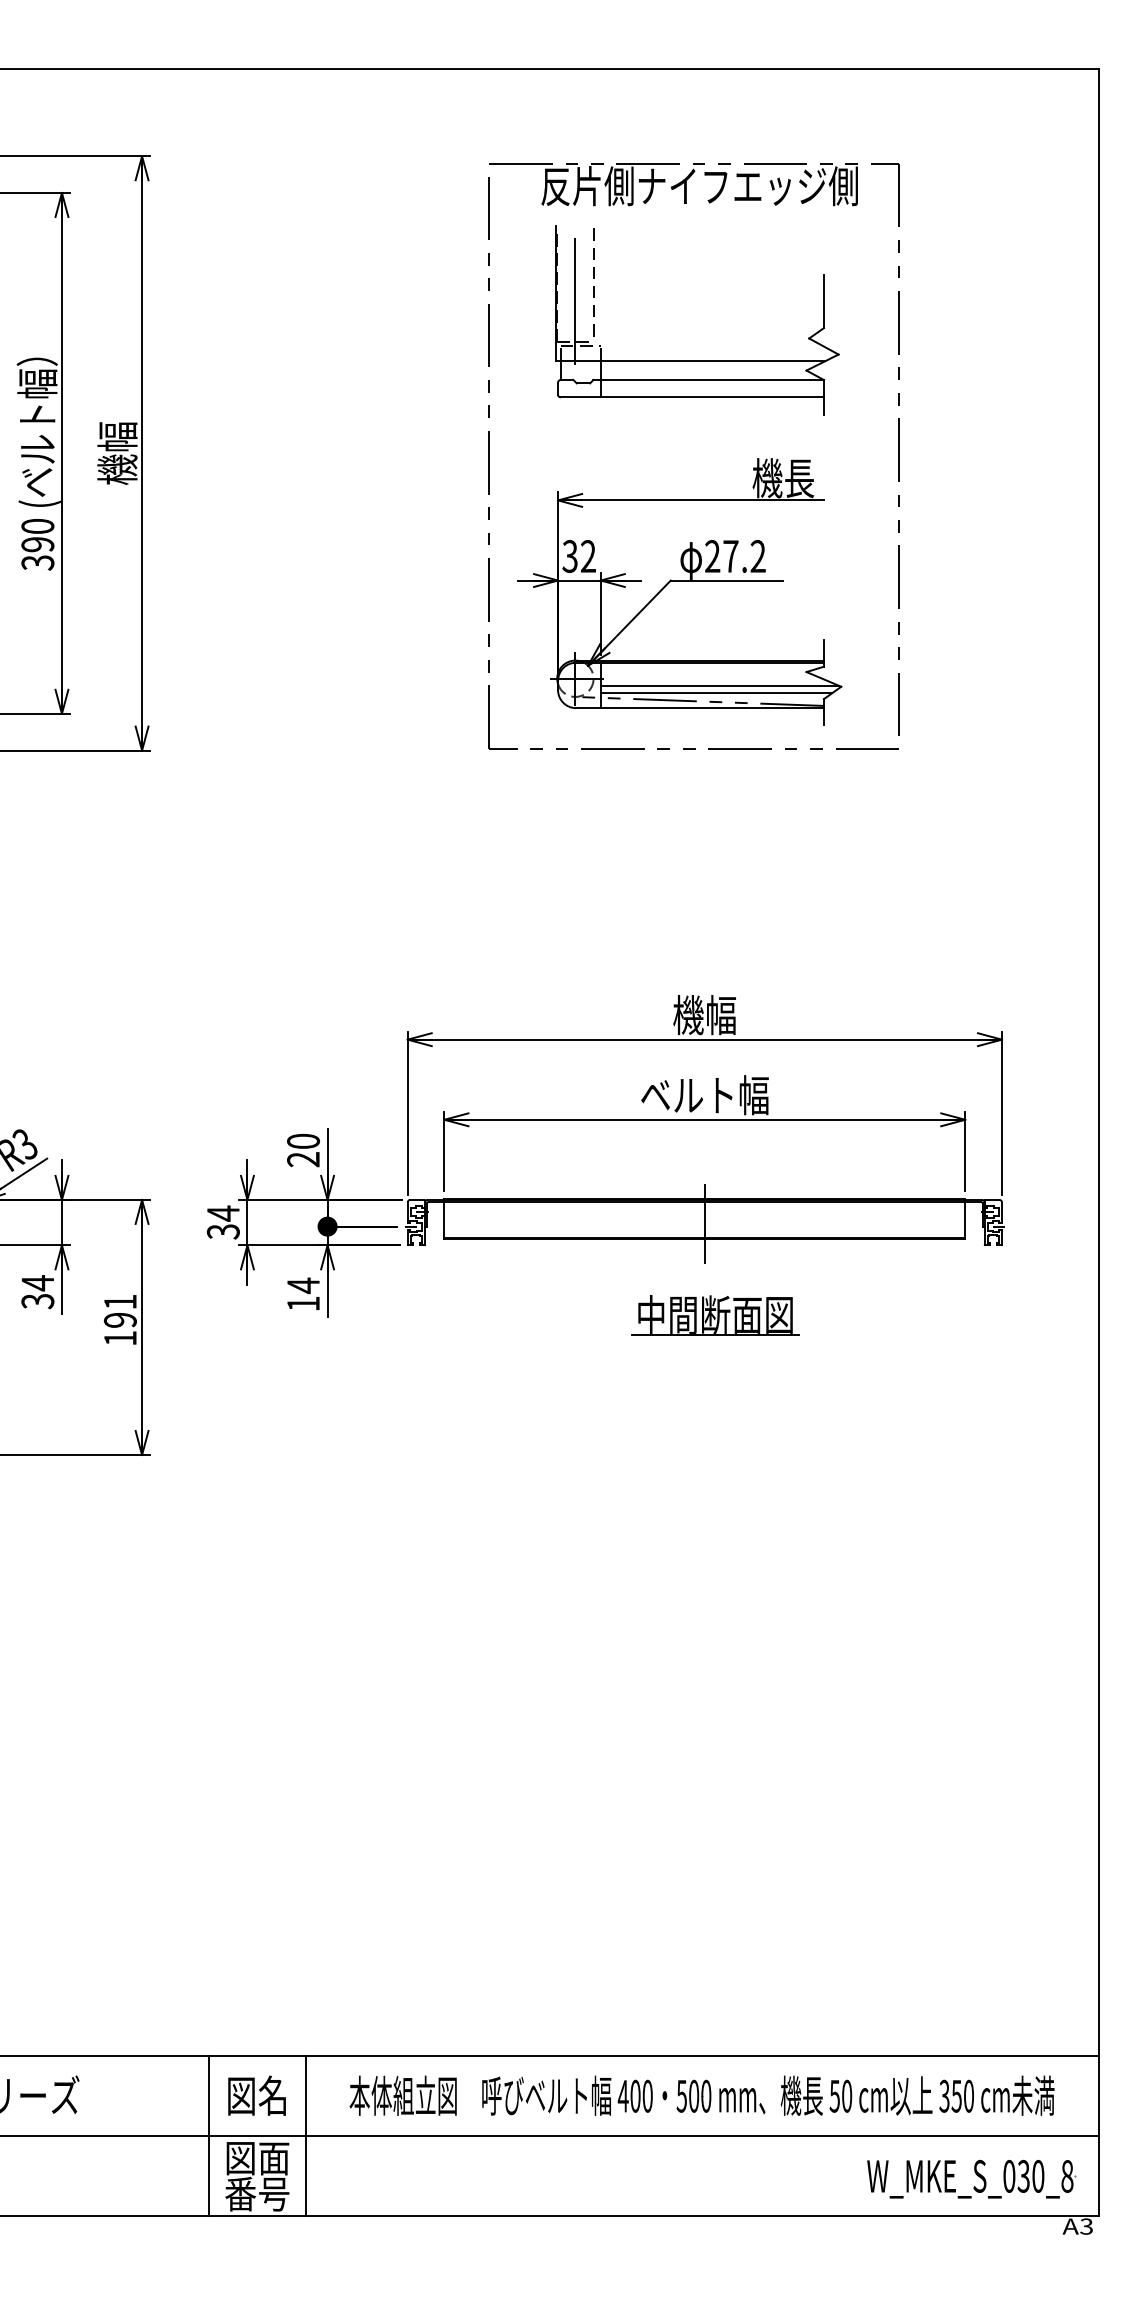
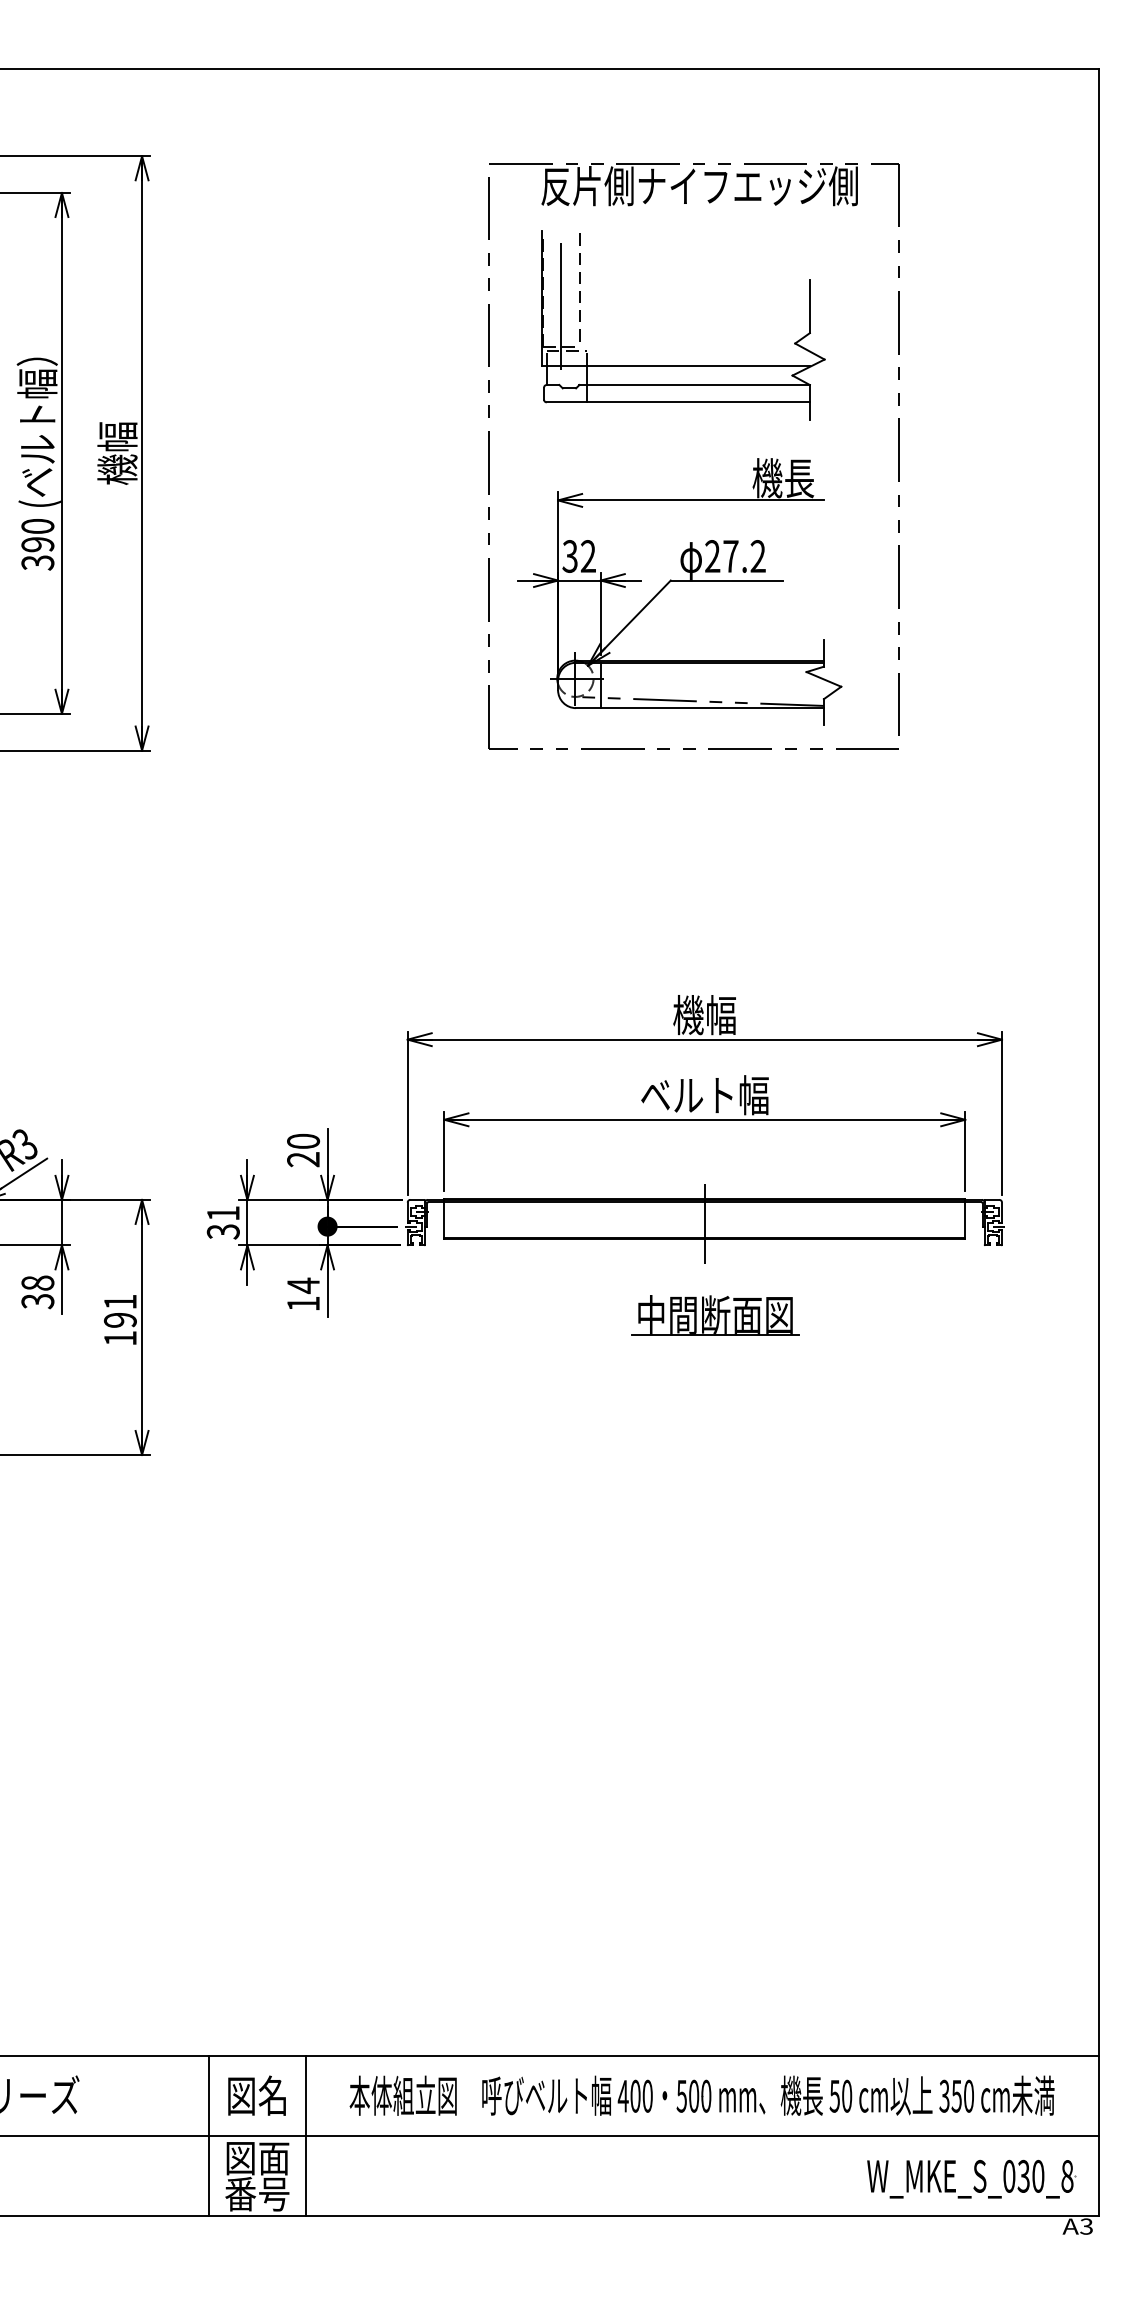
part at (697, 360) position: (697, 360) -> (683, 365)
line at (719, 685): present -> none
line at (716, 693): present -> none
text at (223, 1213): 34 -> 31
text at (37, 1283): 34 -> 38
